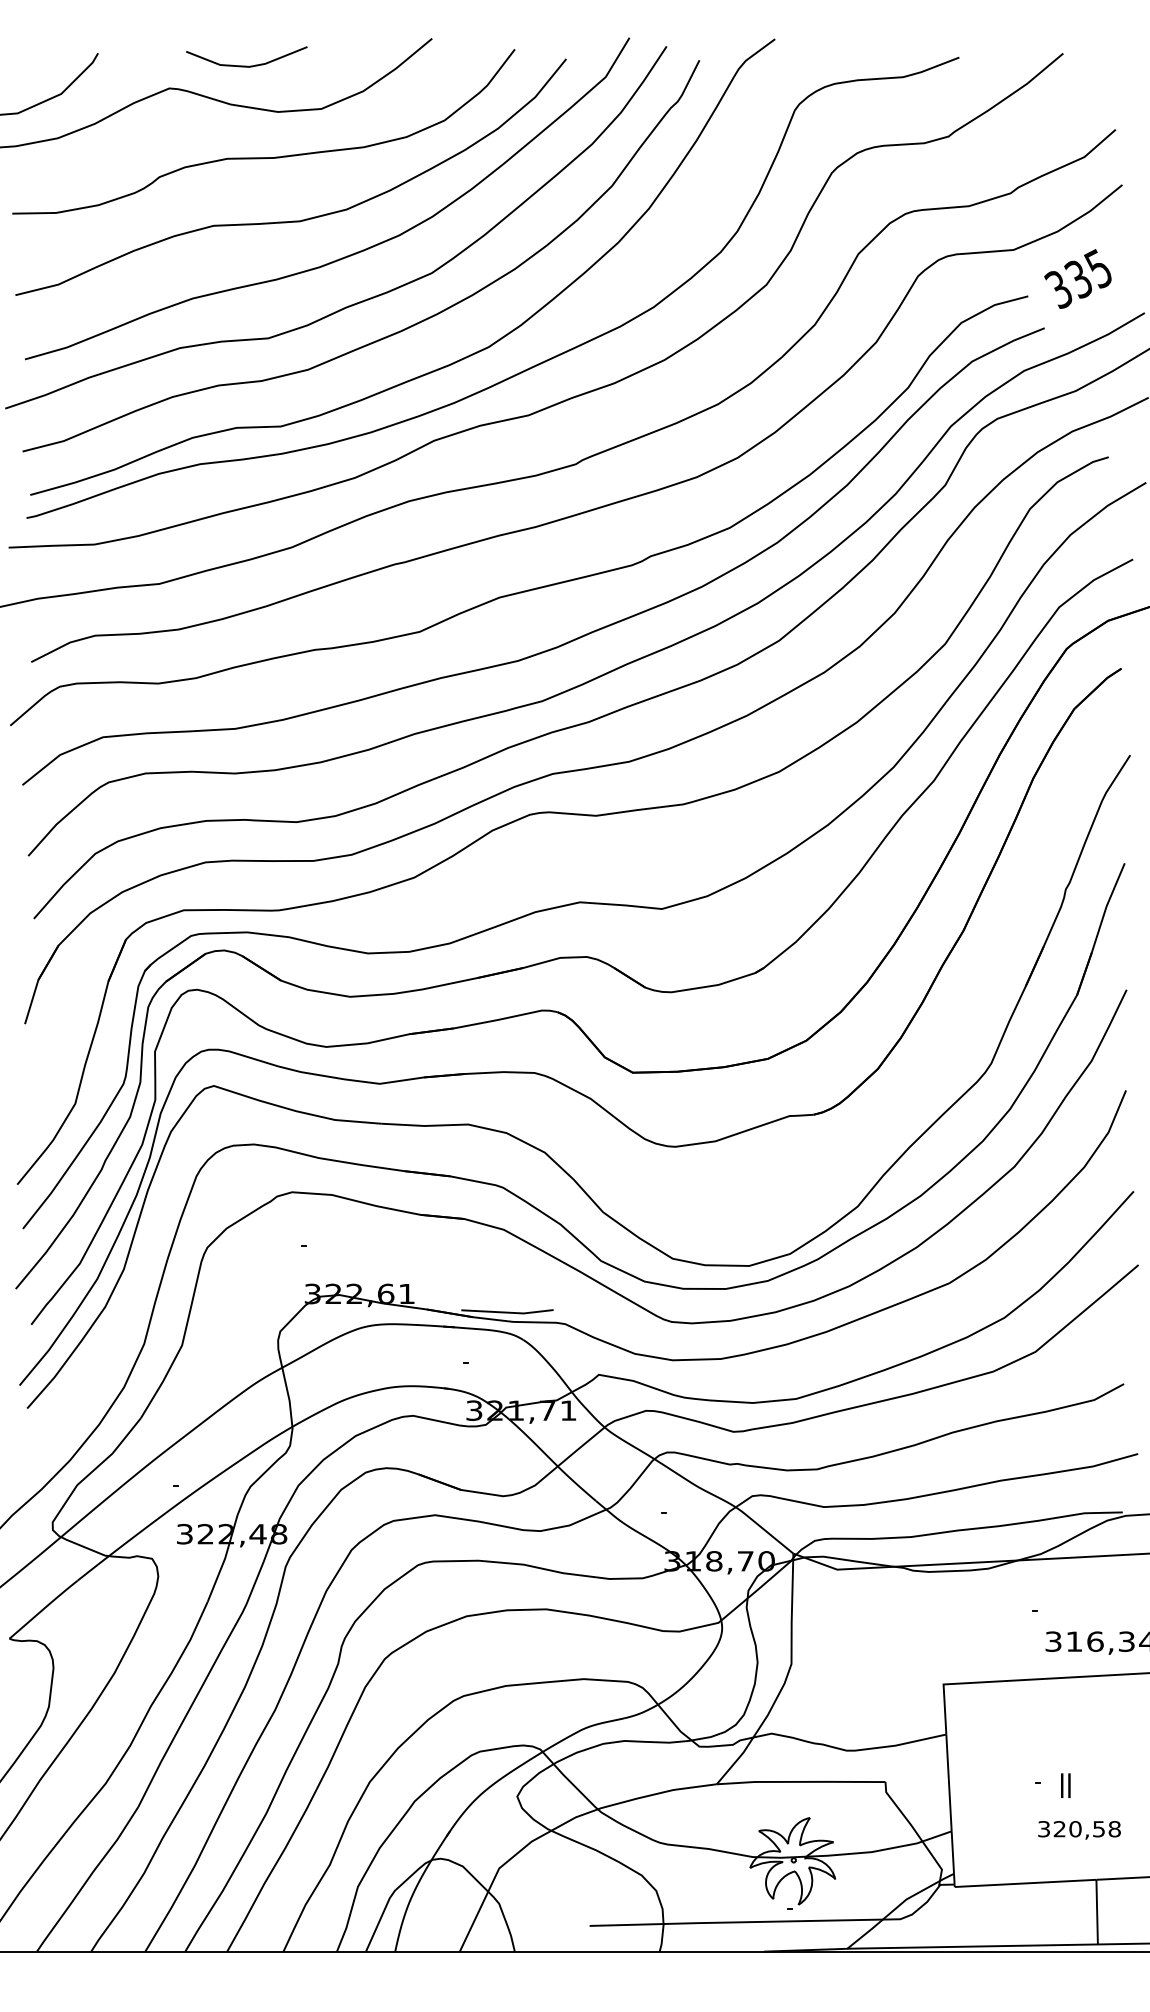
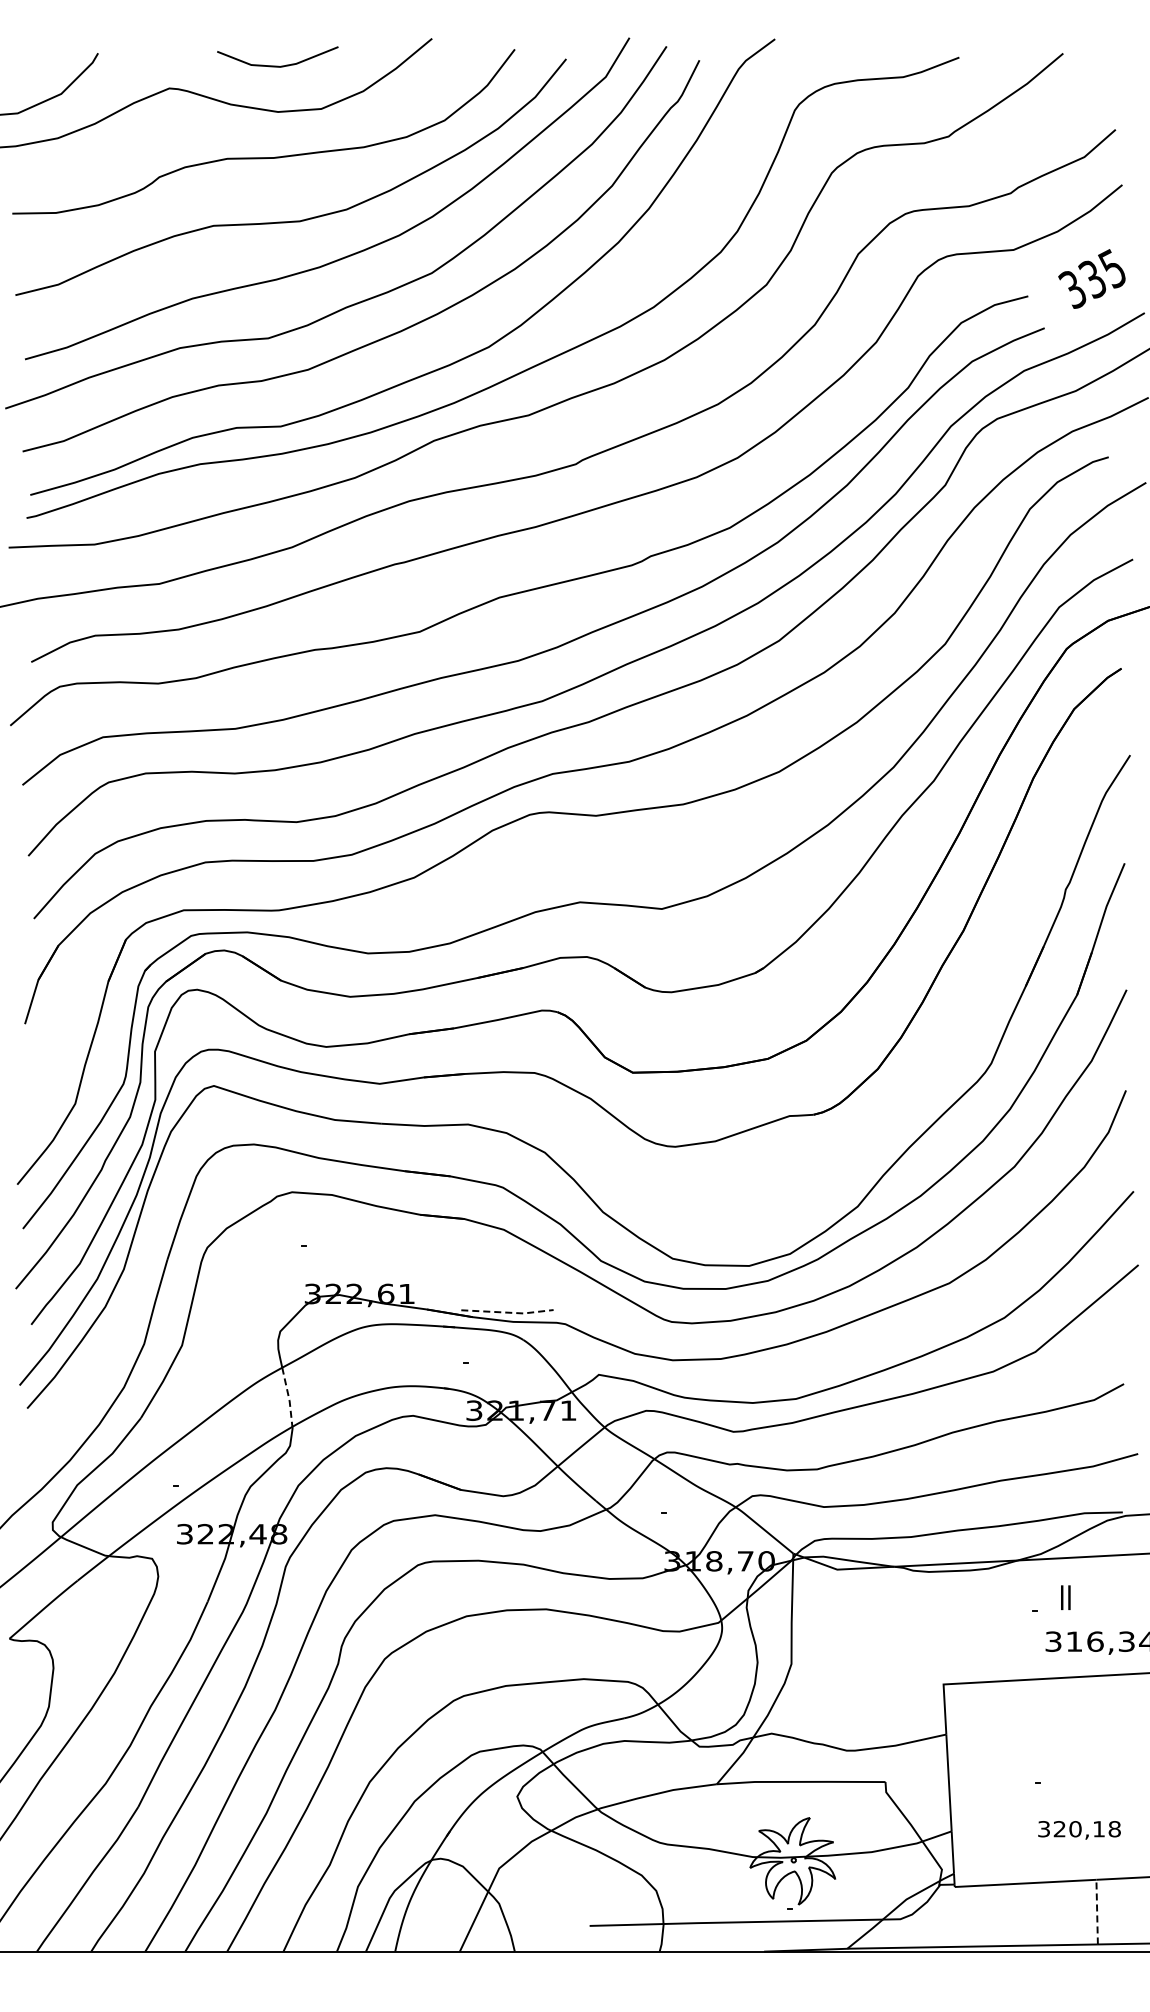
line at (246, 65) position: (246, 65) -> (277, 65)
text at (1077, 278) position: (1077, 278) -> (1091, 278)
line at (508, 1312): solid -> dashed
line at (288, 1397): solid -> dashed
text at (1065, 1785) position: (1065, 1785) -> (1065, 1597)
text at (1098, 1829): 320,58 -> 320,18
line at (1097, 1911): solid -> dashed
